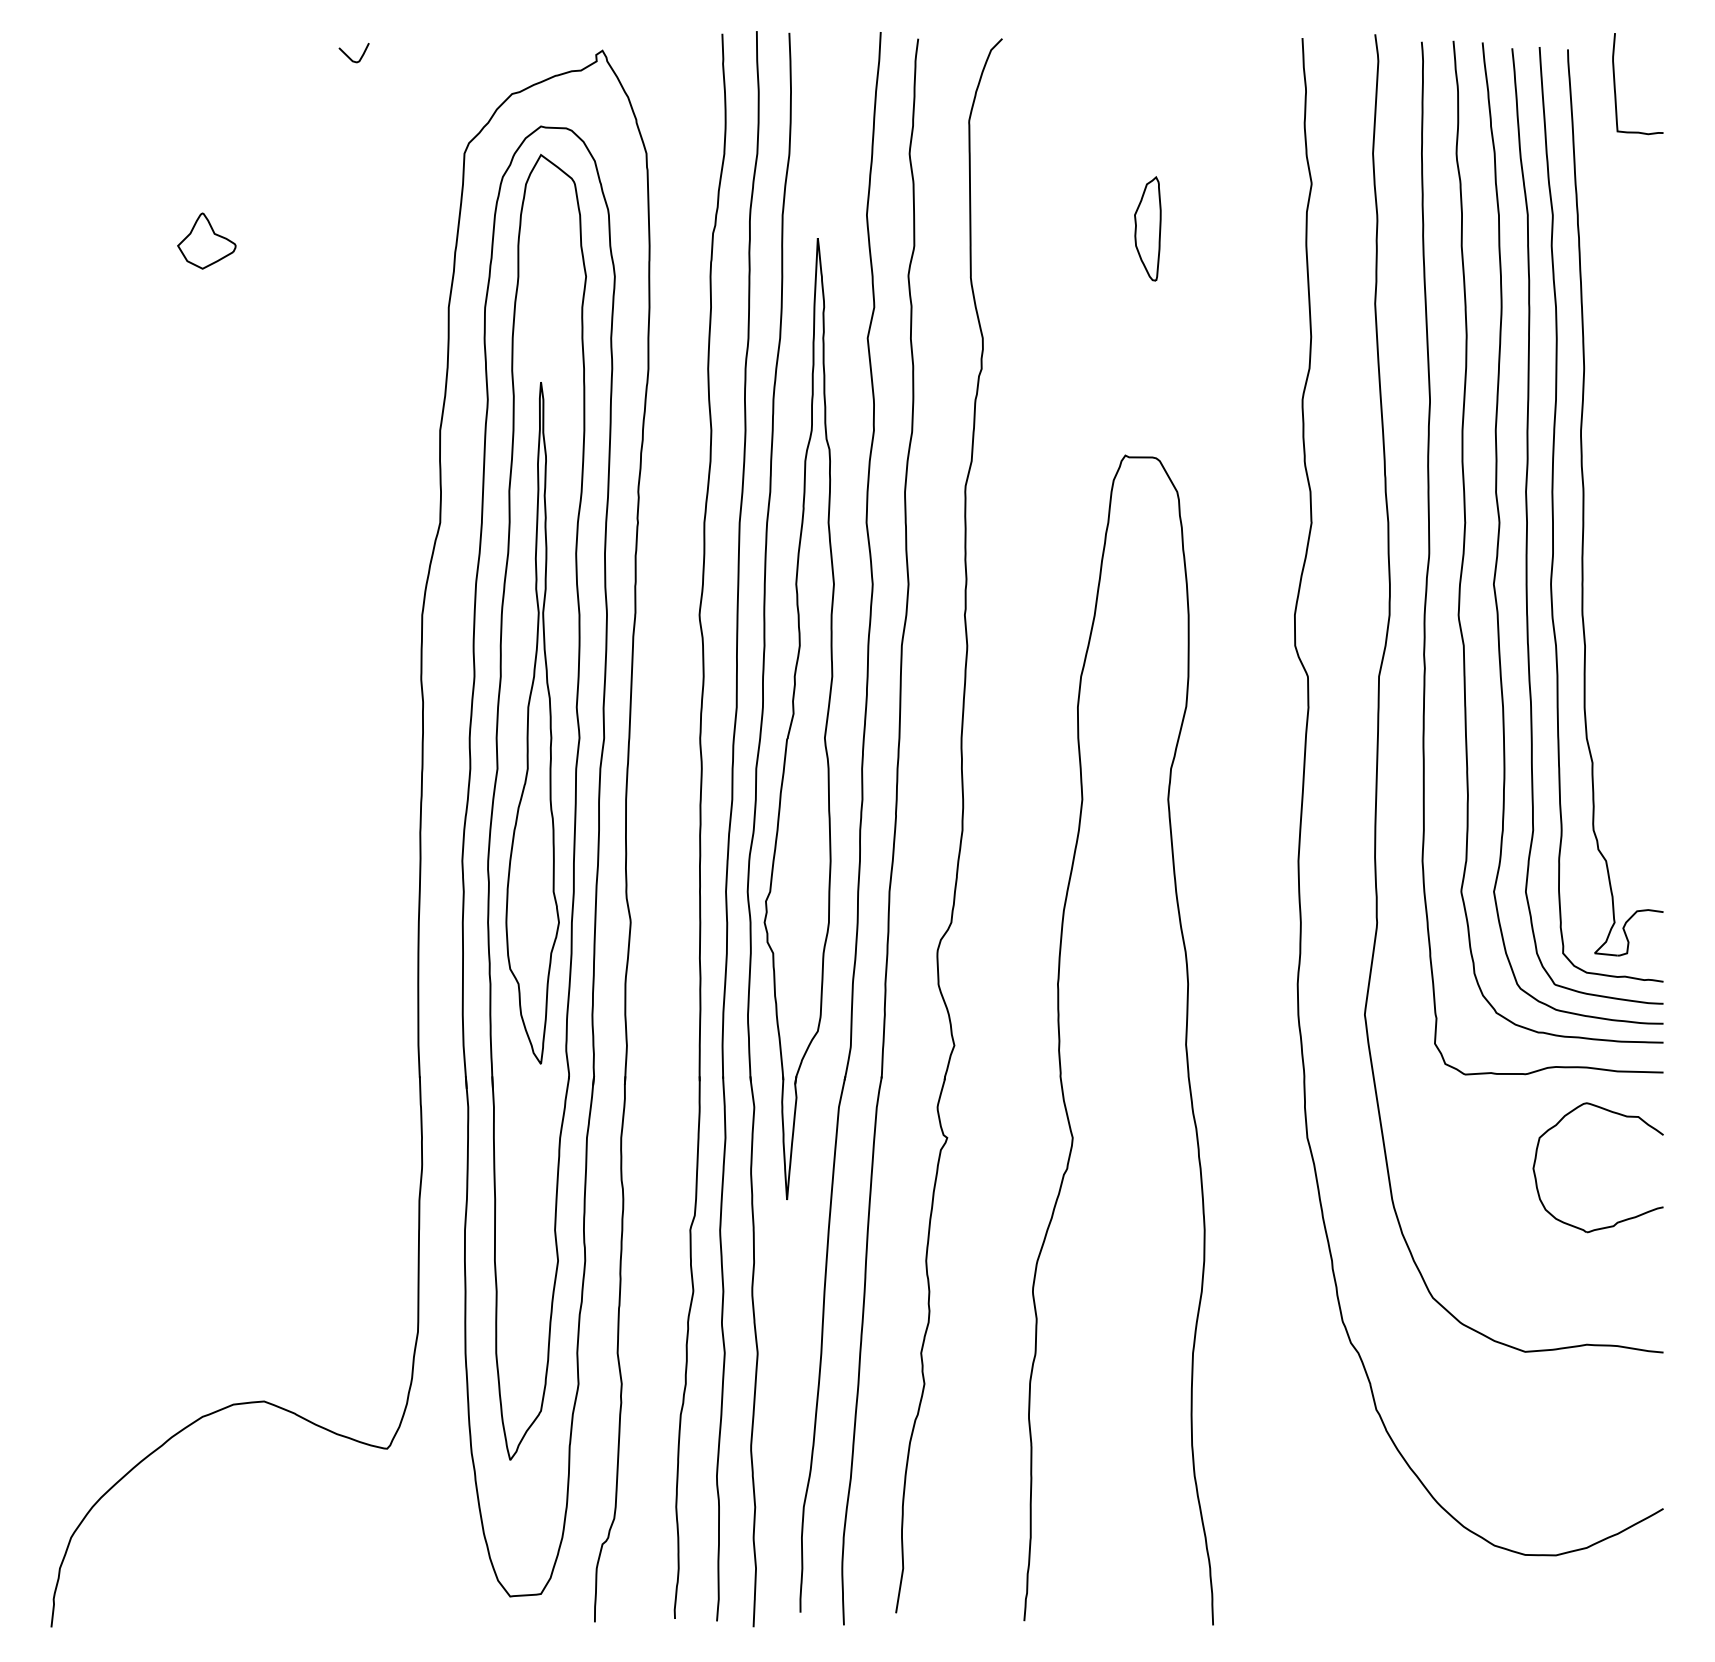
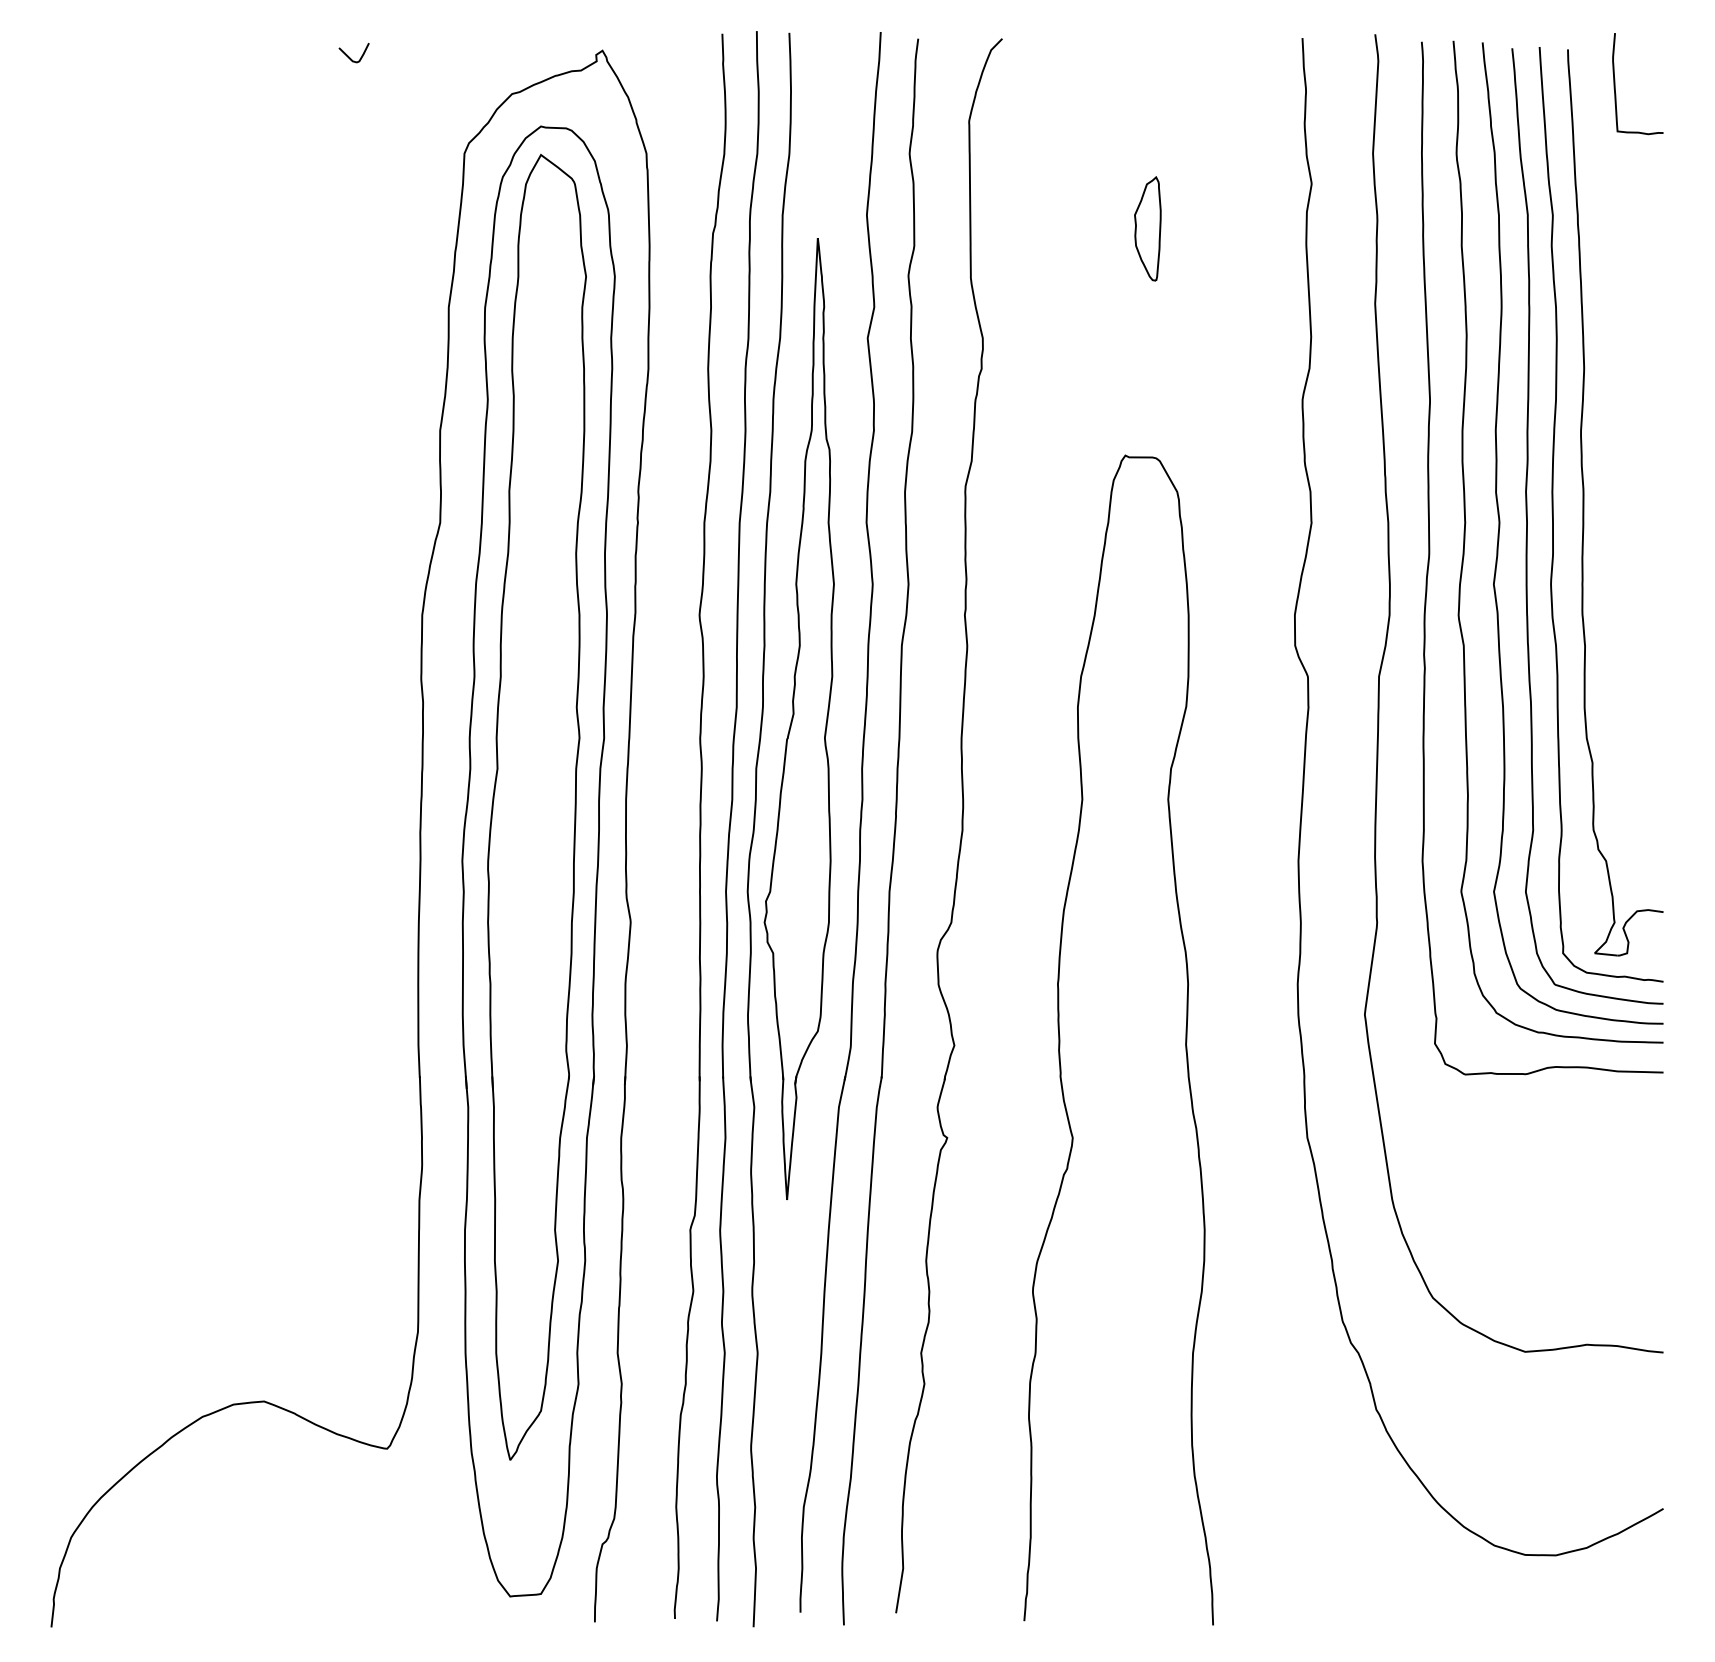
part at (206, 240): present -> none
part at (532, 723): present -> none
part at (1616, 1114): present -> none
